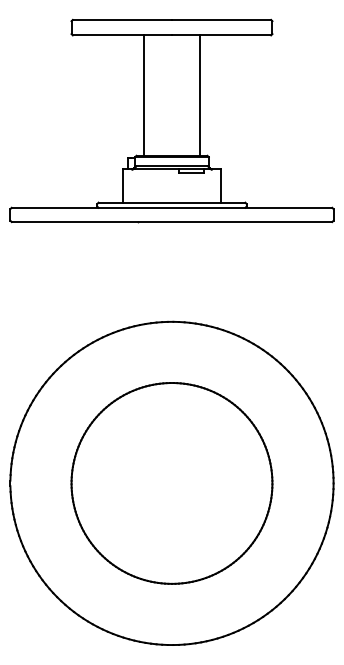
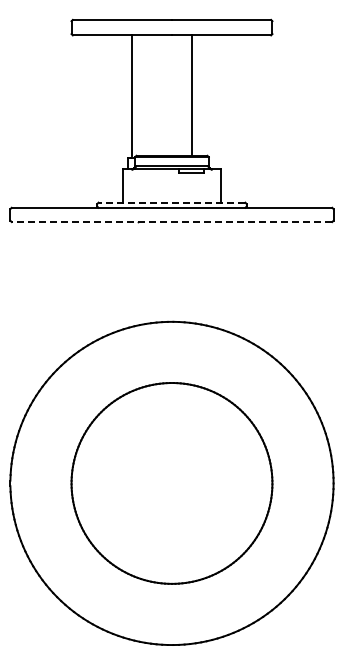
line at (144, 95) position: (144, 95) -> (132, 95)
line at (199, 95) position: (199, 95) -> (191, 95)
line at (171, 202): solid -> dashed
line at (171, 222): solid -> dashed
